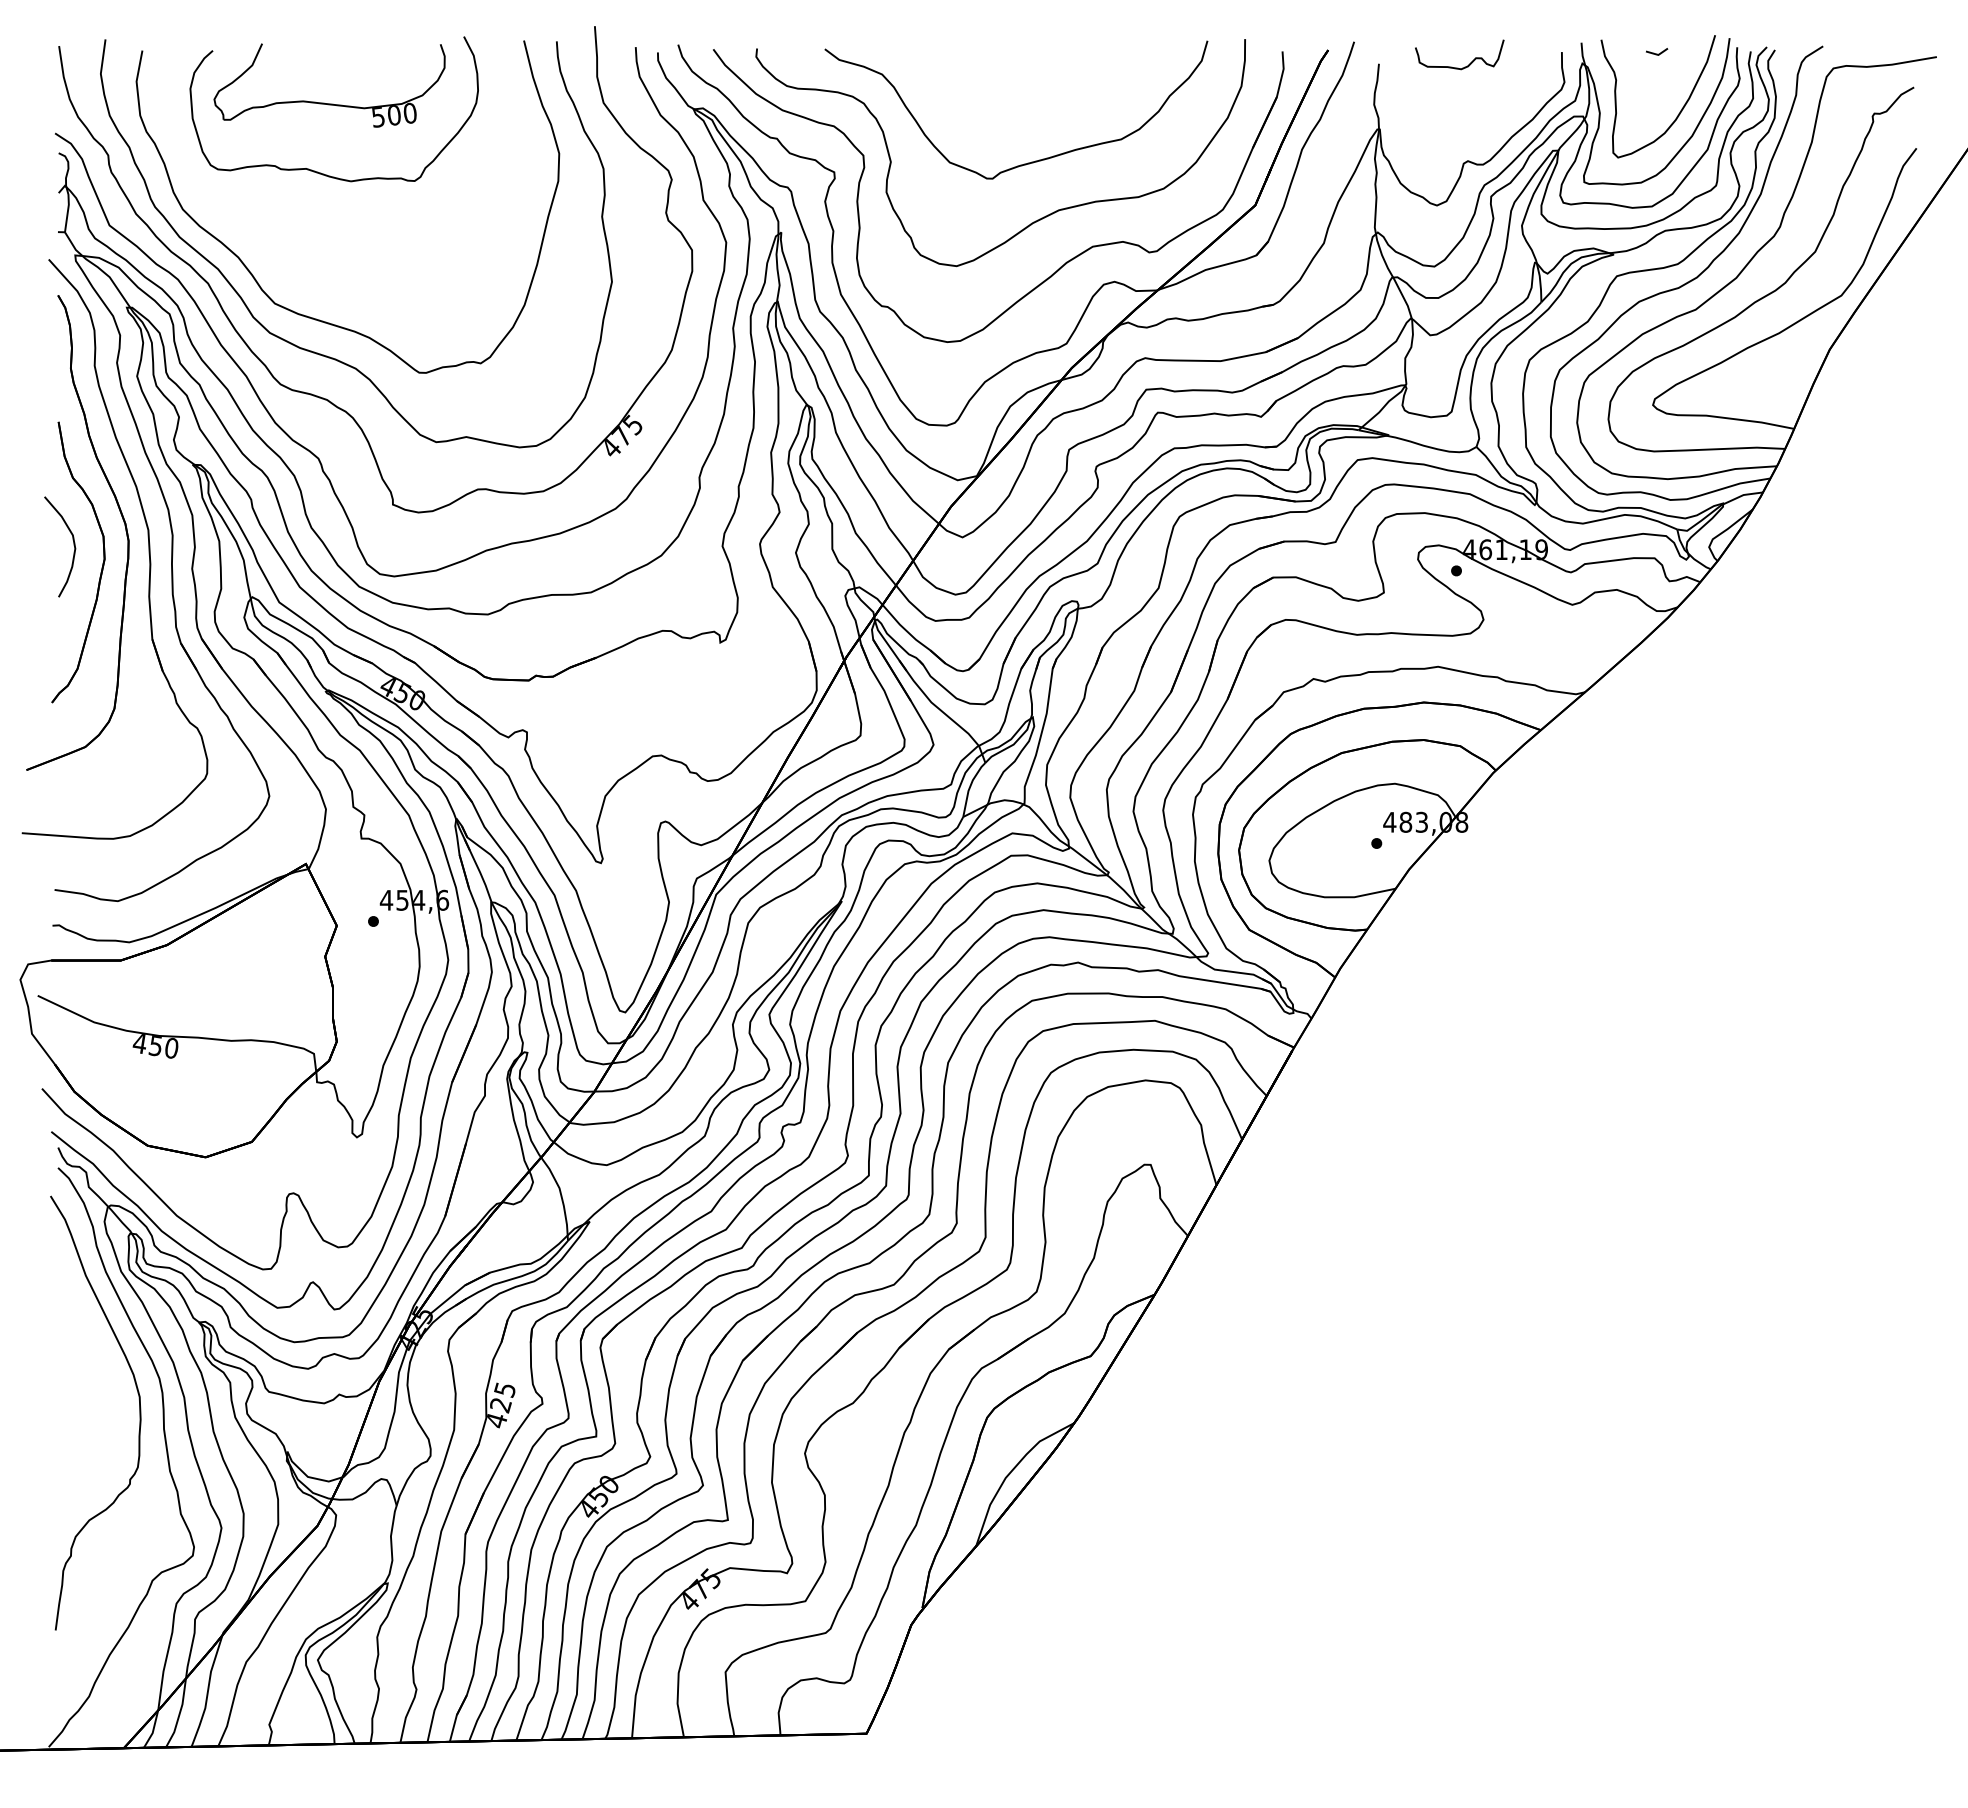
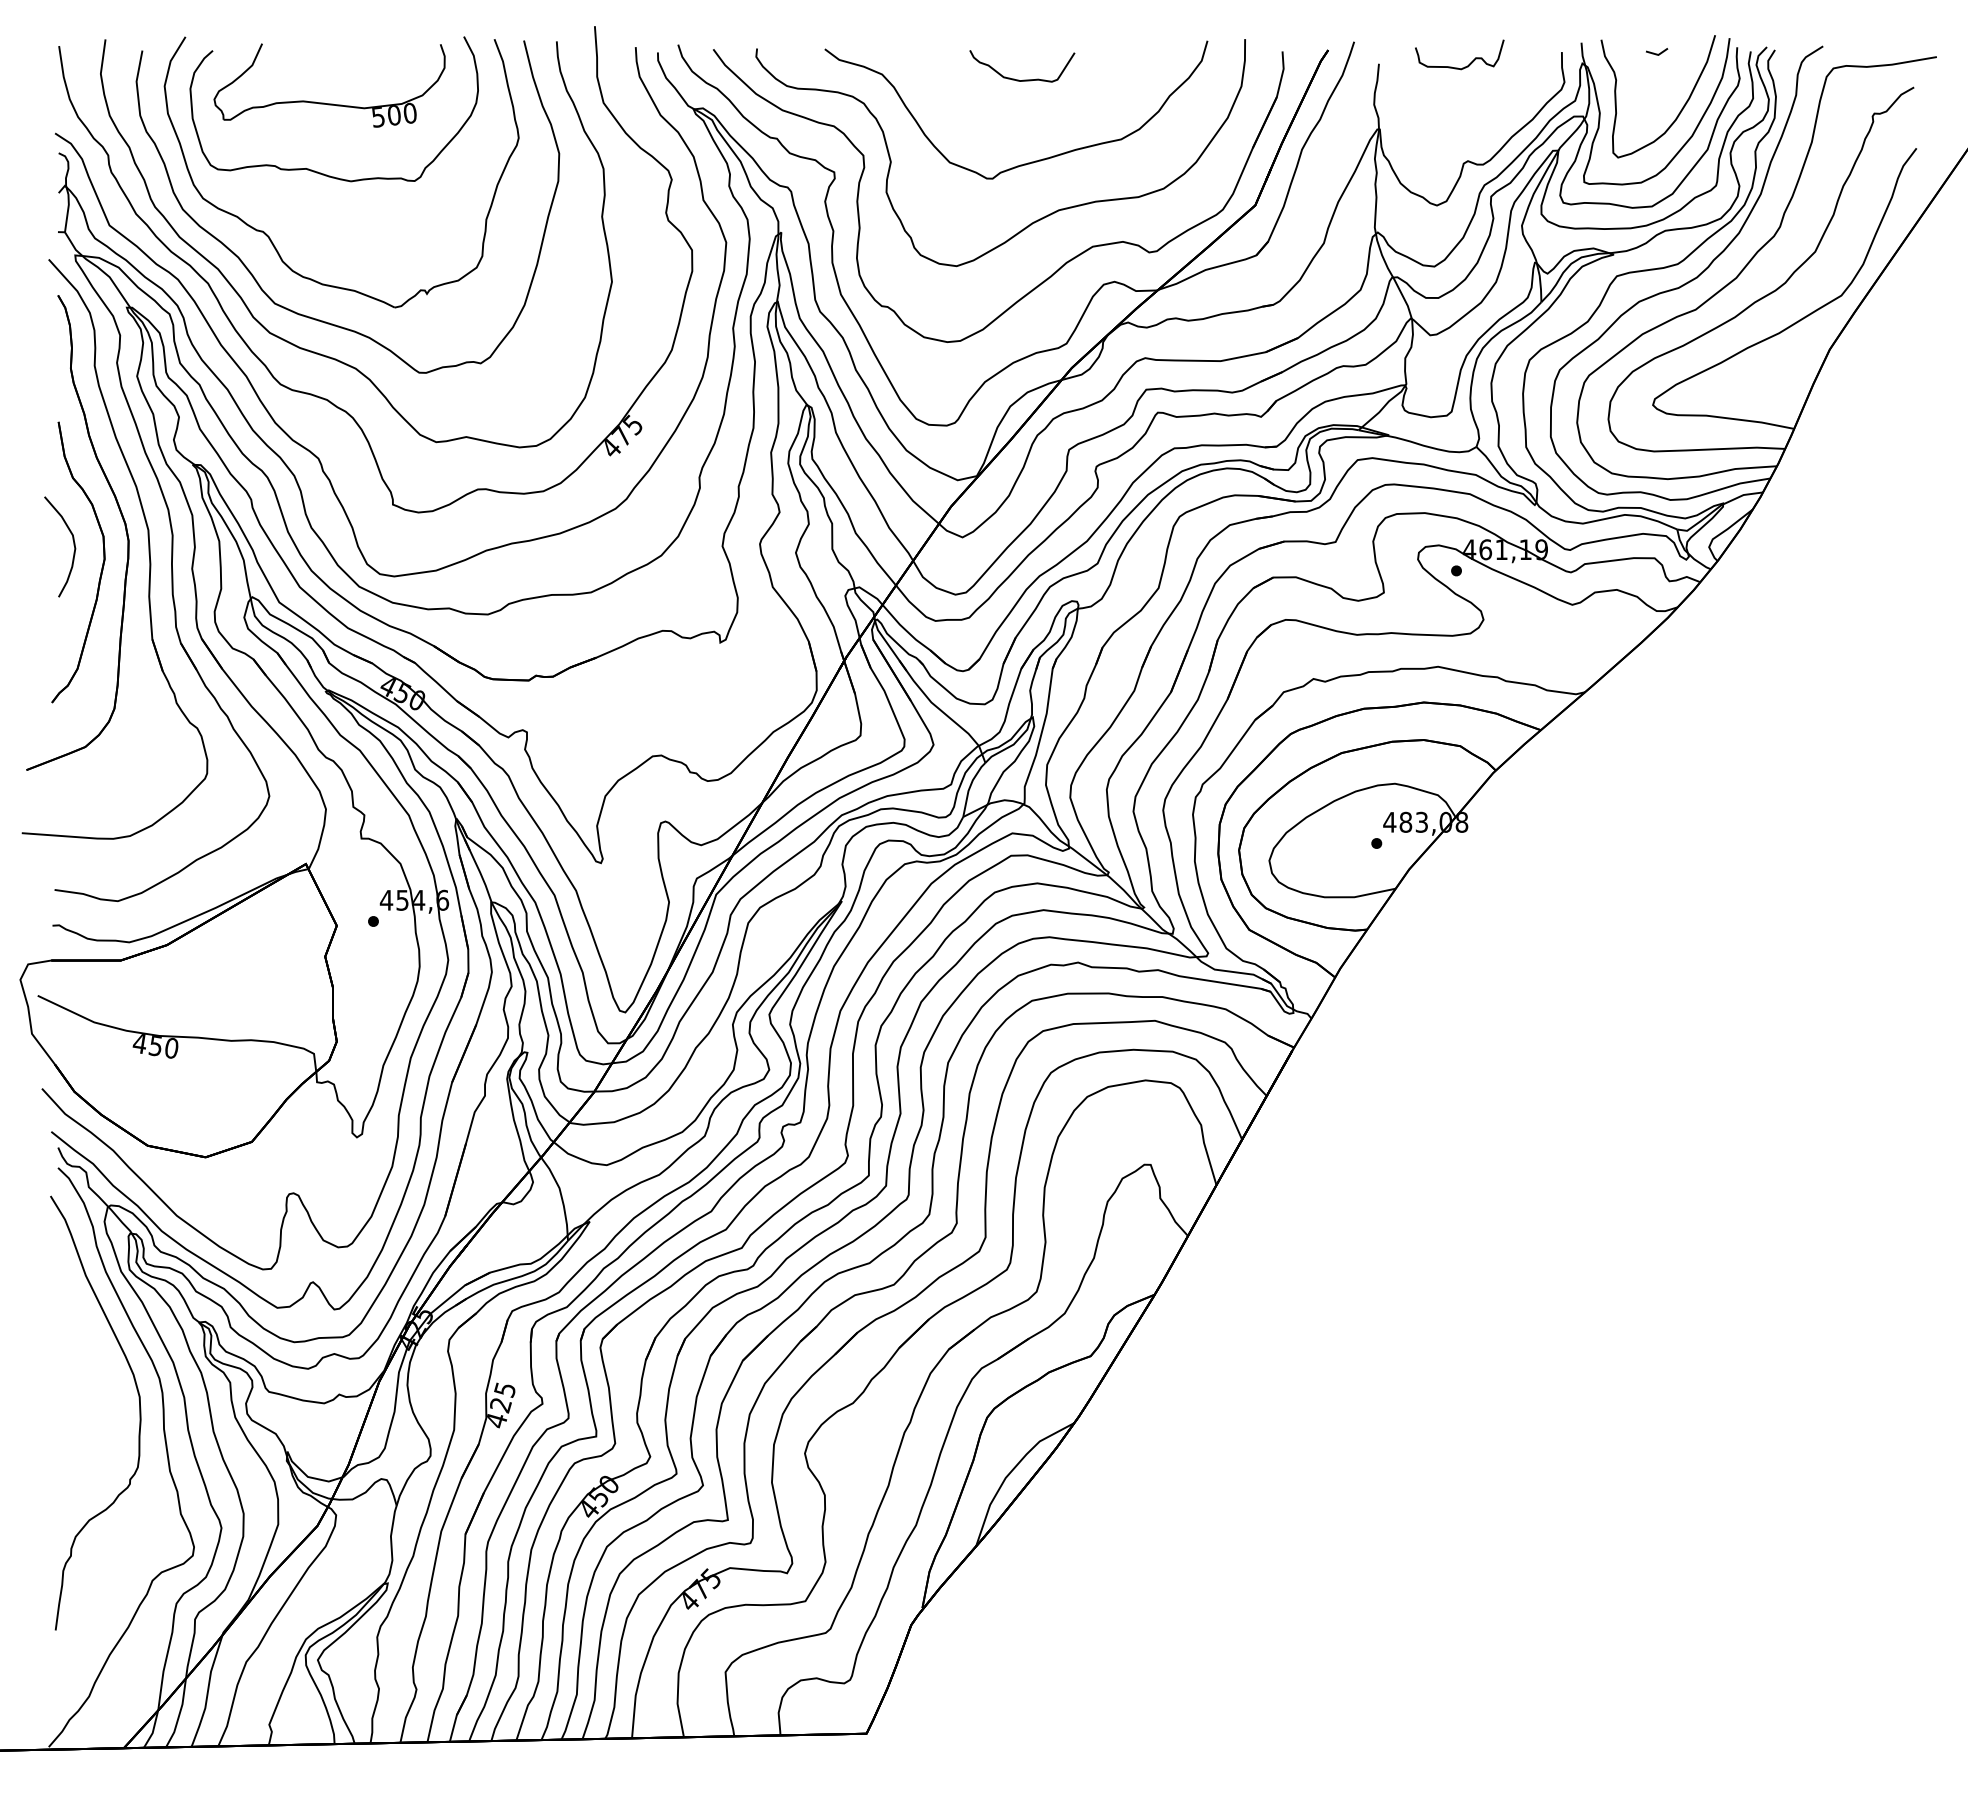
curve at (1023, 79): none -> present
part at (269, 236): none -> present
